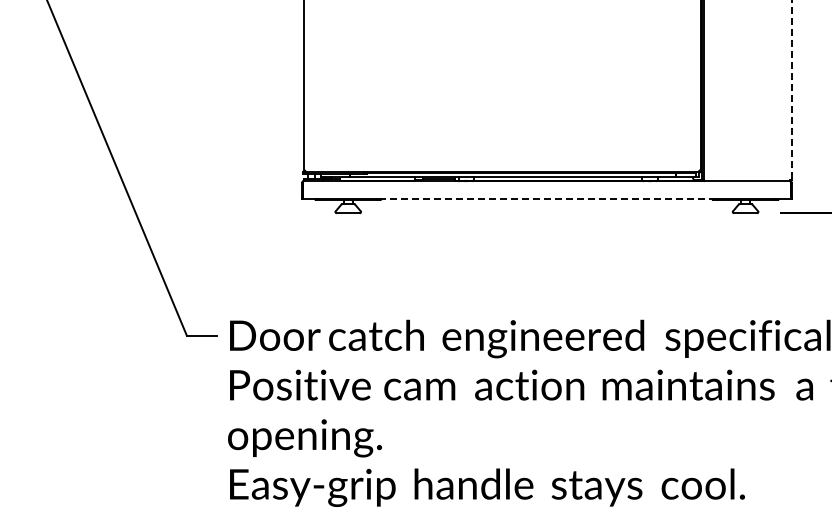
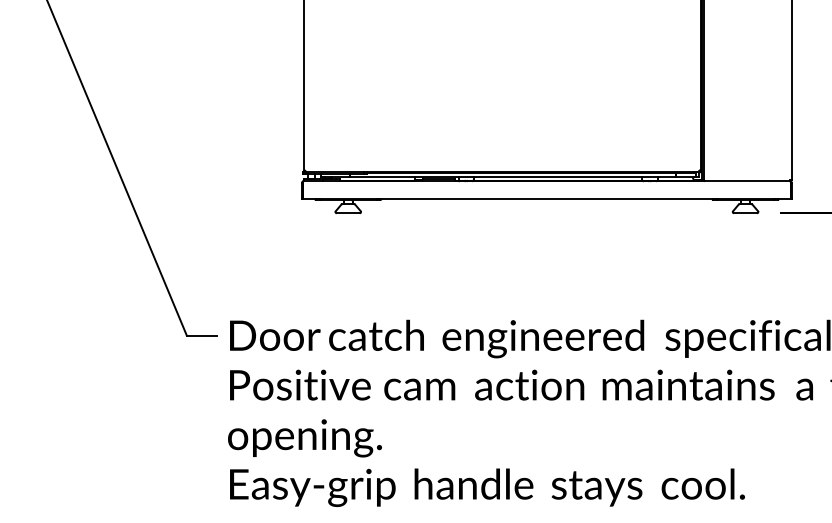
line at (791, 90): dashed -> solid
line at (546, 199): dashed -> solid
